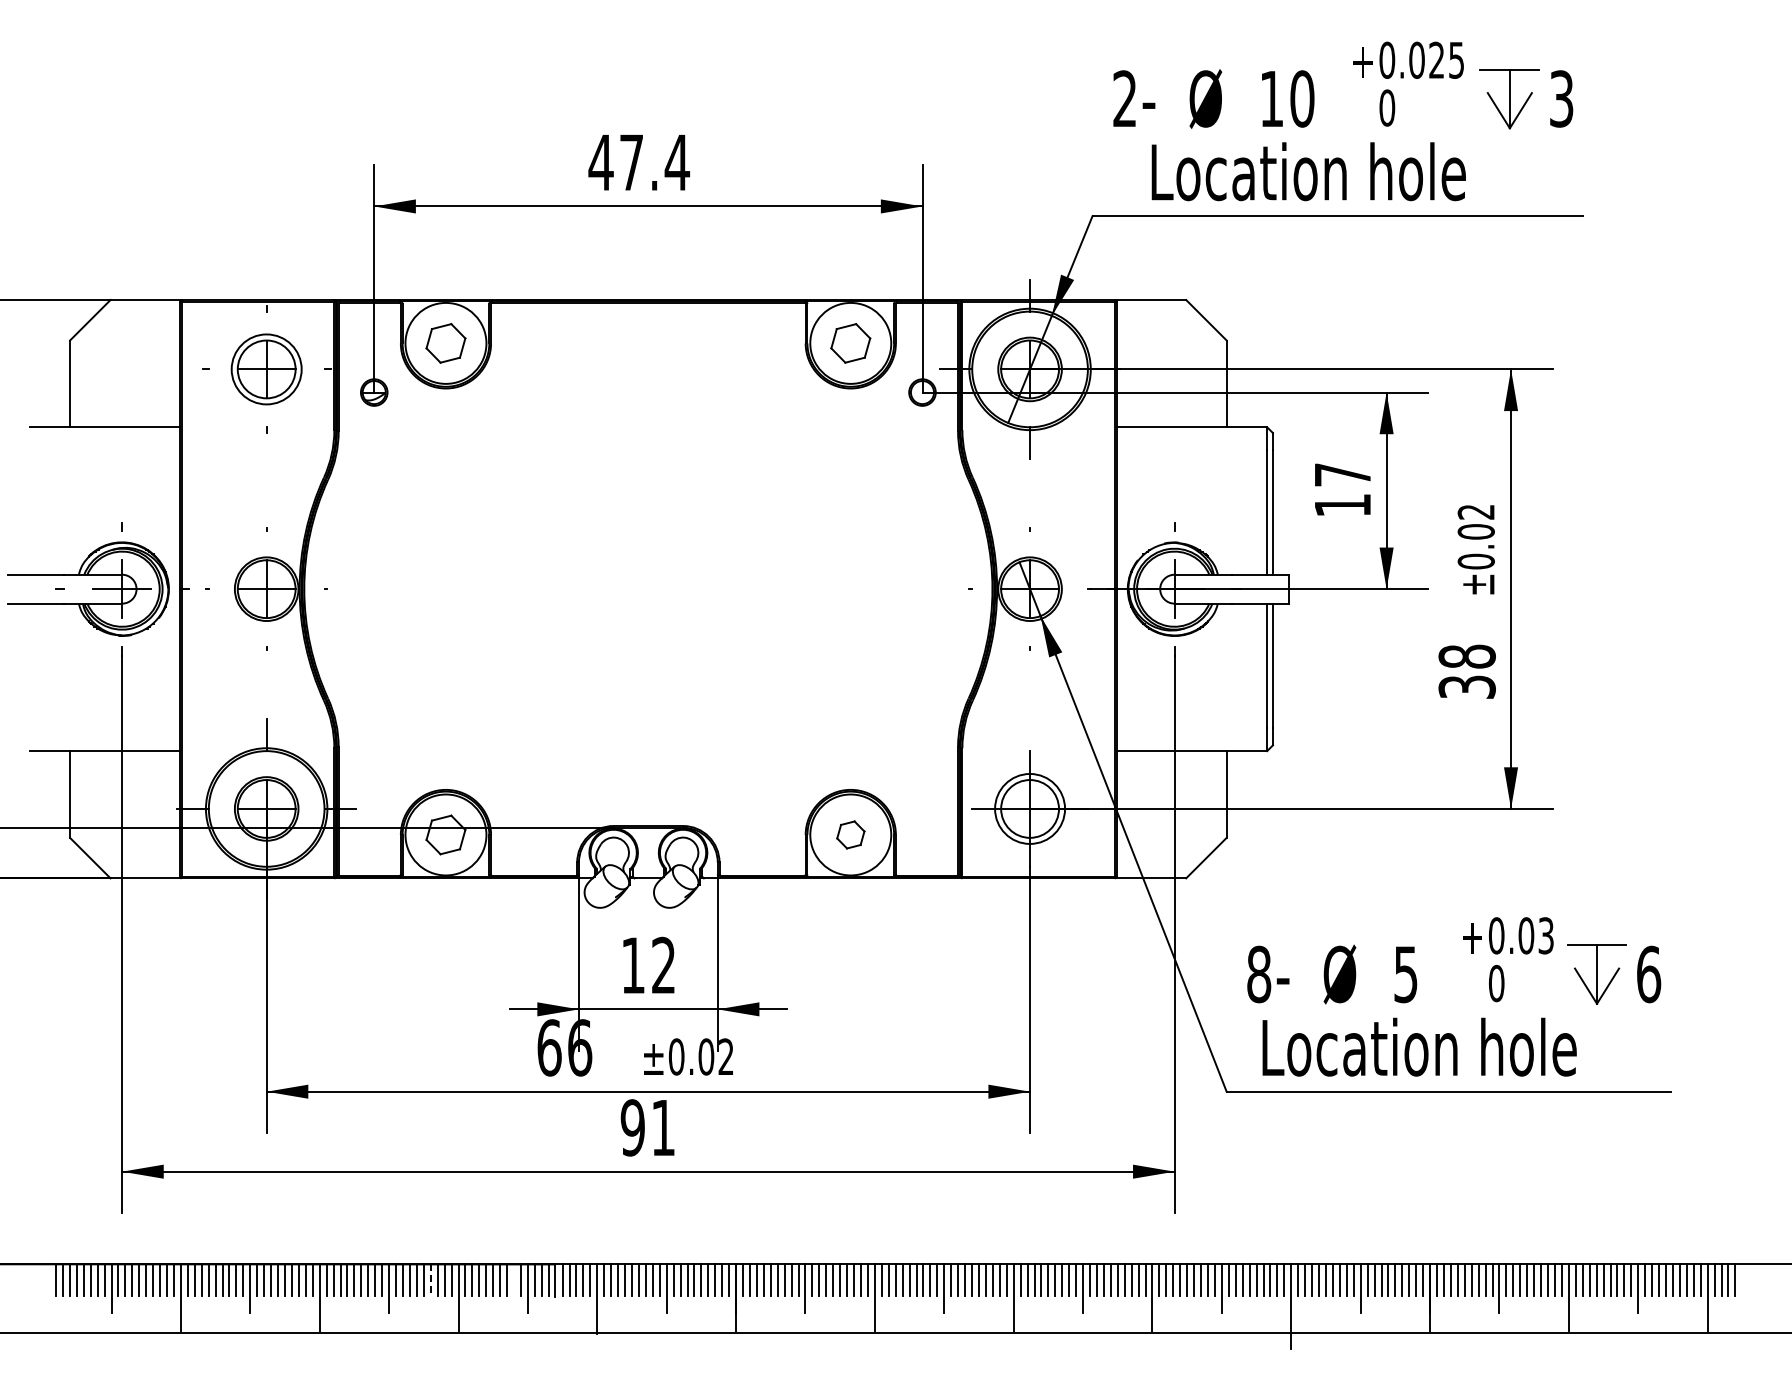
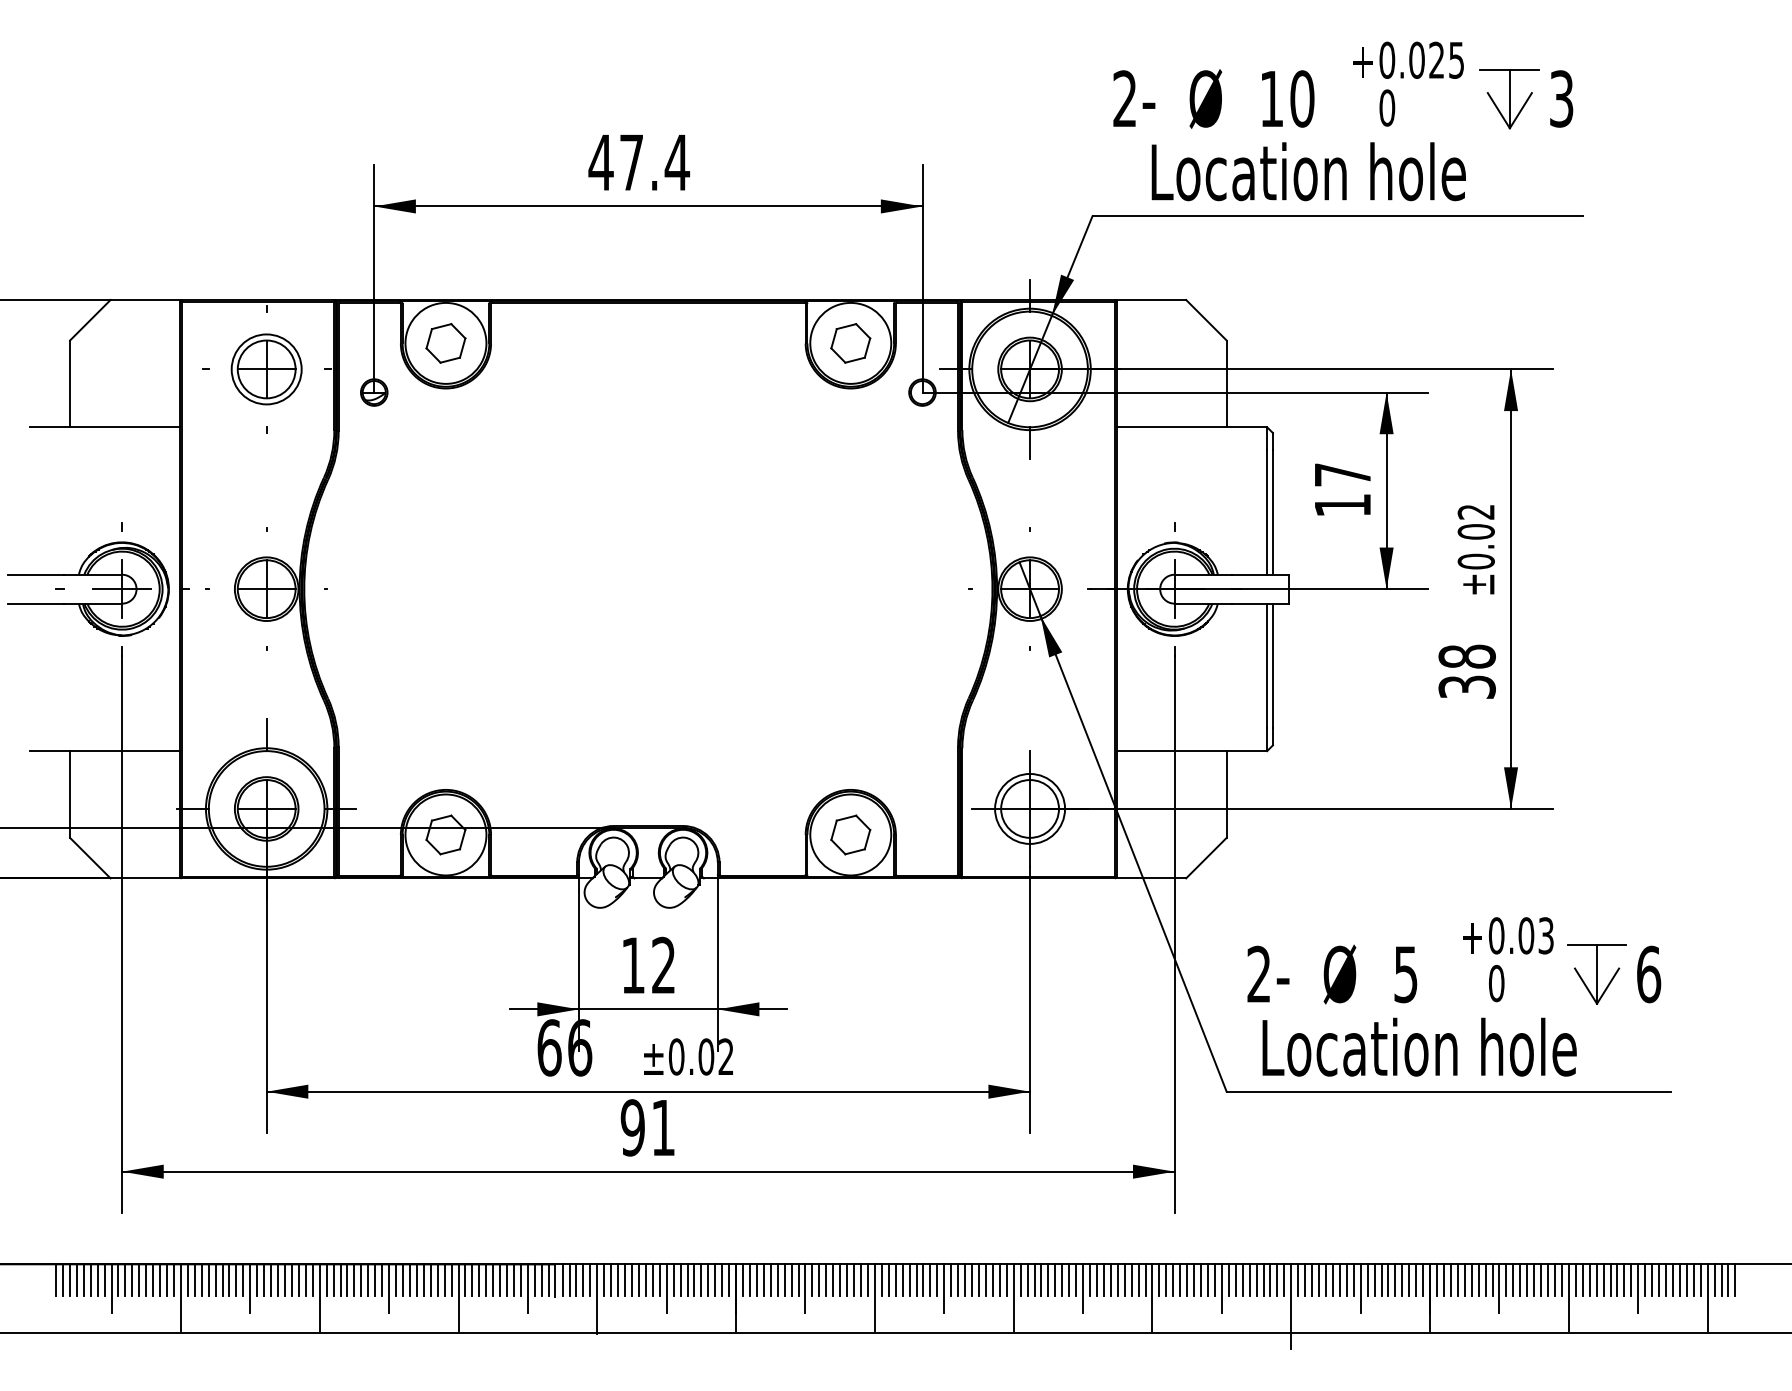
part at (850, 834) size: 30x30 px -> 42x42 px
text at (1259, 974): 8- -> 2-
line at (430, 1280): dashed -> solid
line at (514, 1280): none -> present
